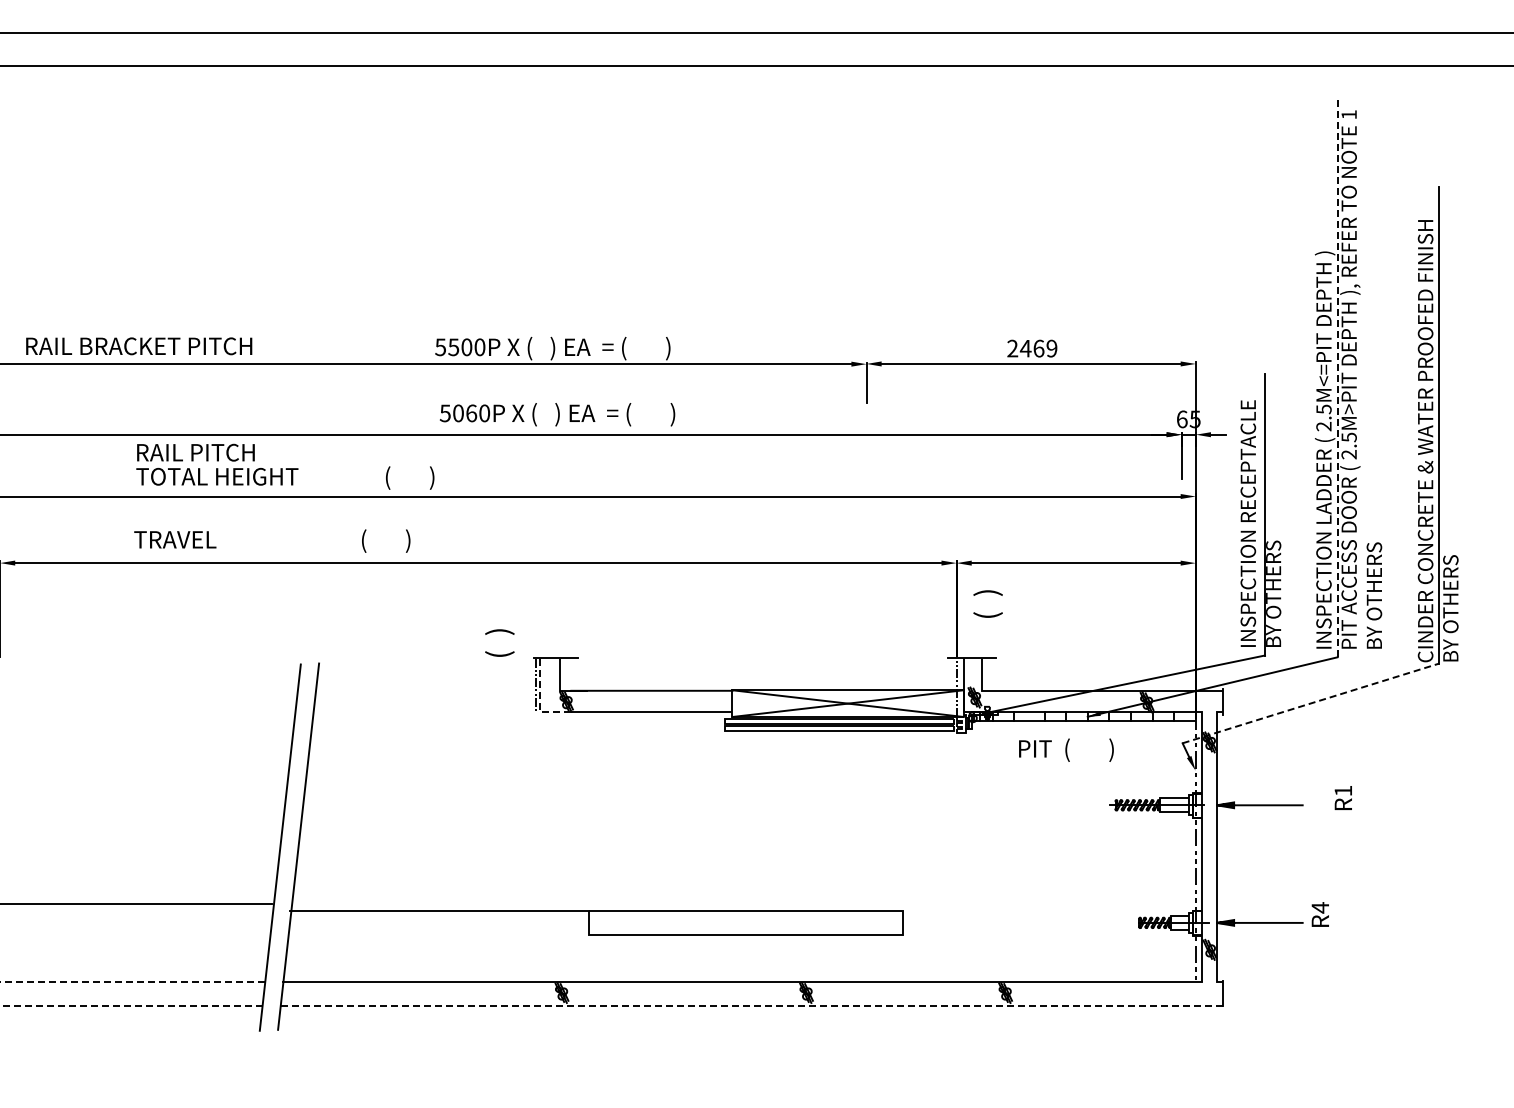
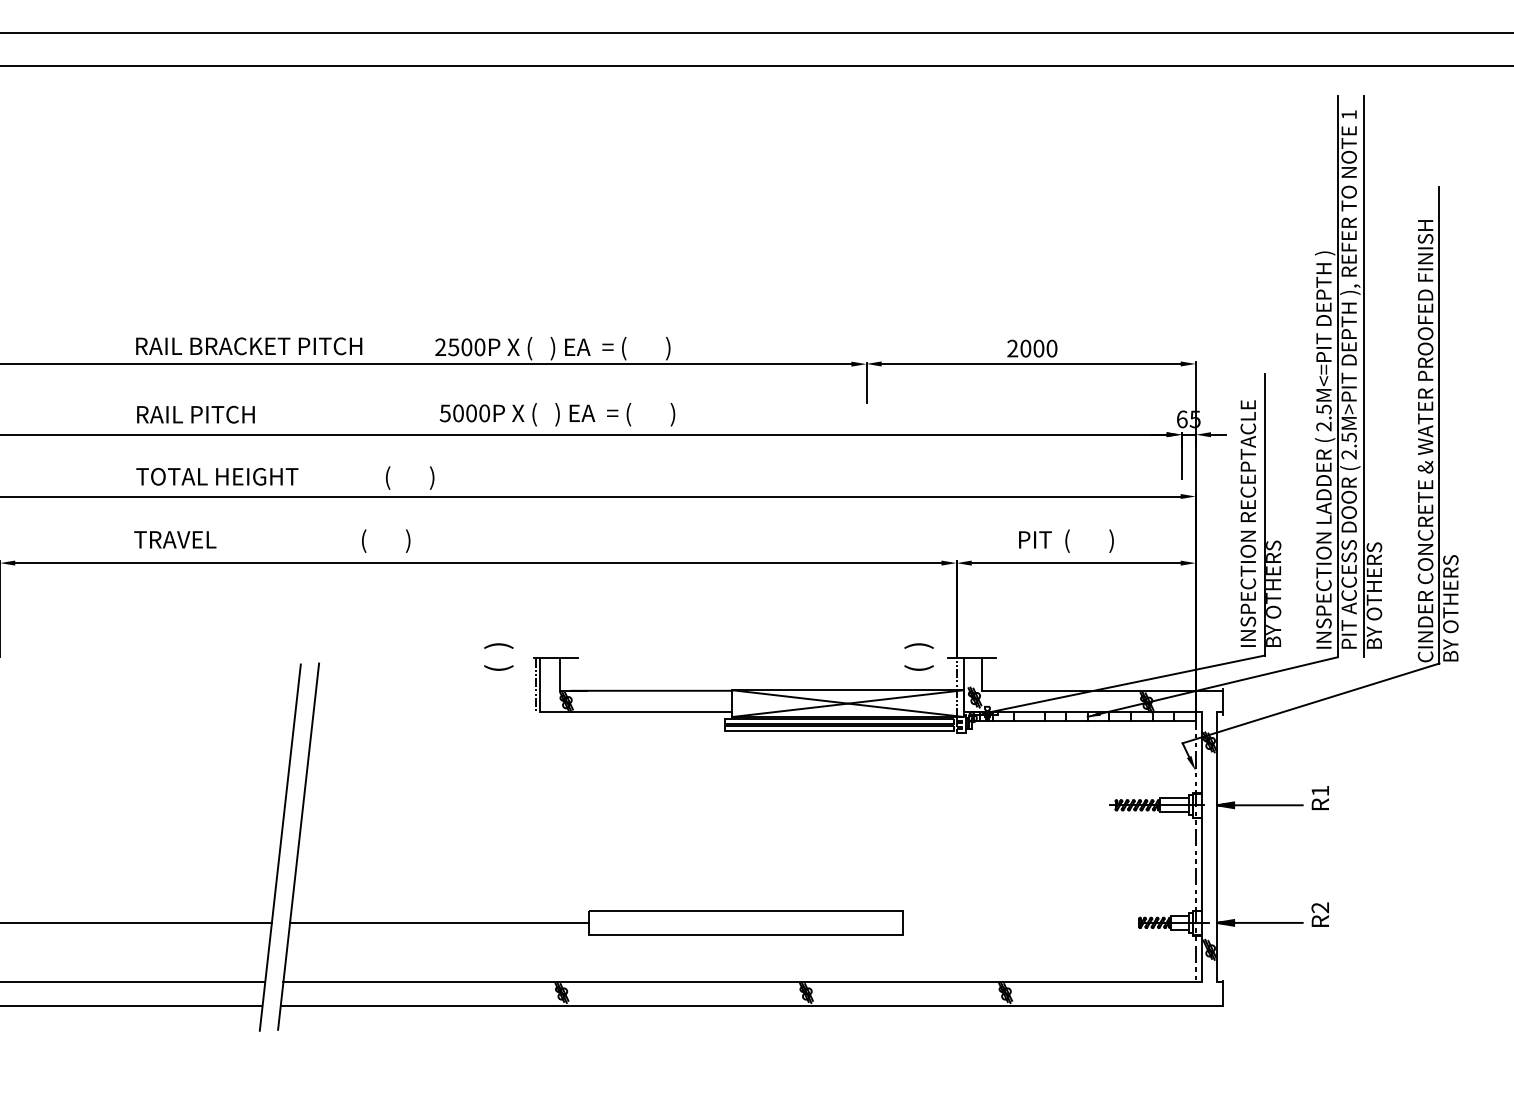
text at (139, 346) position: (139, 346) -> (249, 346)
text at (440, 347): 5500P -> 2500P
text at (1038, 348): 2469 -> 2000
line at (1337, 376): dashed -> solid
line at (1363, 376): none -> present
text at (471, 413): 5060P -> 5000P
text at (195, 452) position: (195, 452) -> (195, 414)
text at (987, 603) position: (987, 603) -> (918, 656)
text at (499, 642) position: (499, 642) -> (498, 656)
line at (540, 703): dashed -> solid
line at (1311, 703): dashed -> solid
text at (1066, 749) position: (1066, 749) -> (1066, 540)
text at (1342, 797) position: (1342, 797) -> (1319, 797)
line at (136, 903) position: (136, 903) -> (136, 922)
text at (1319, 907): R4 -> R2
line at (439, 910) position: (439, 910) -> (439, 922)
line at (132, 982): dashed -> solid
line at (131, 1006): dashed -> solid
line at (751, 1006): dashed -> solid
